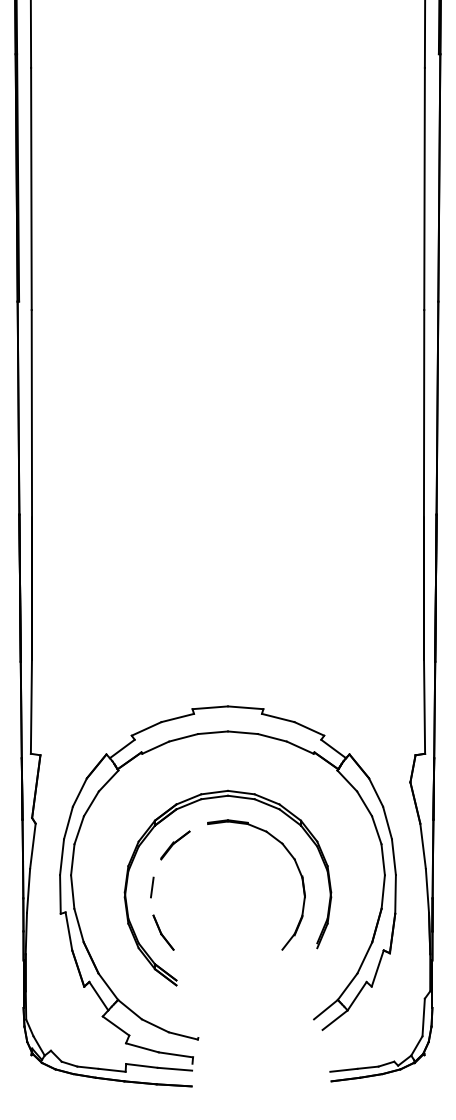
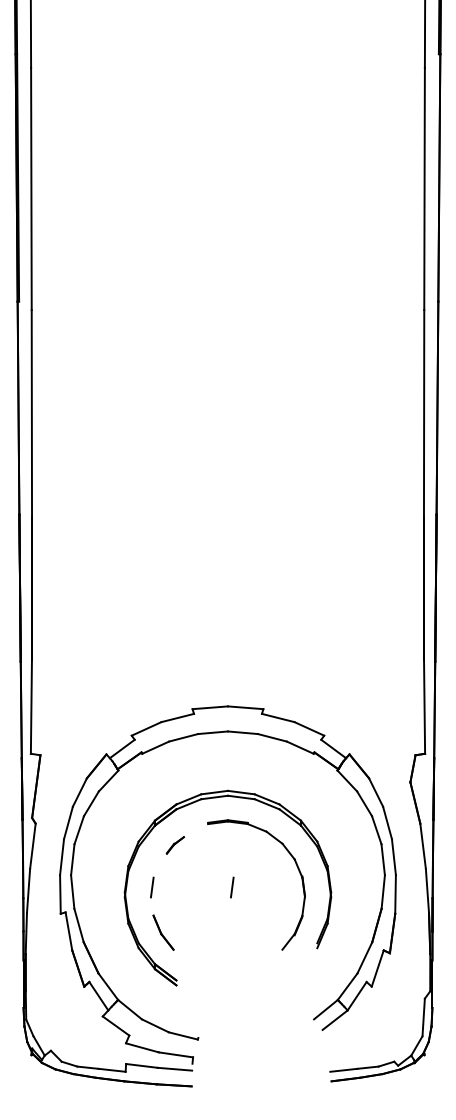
part at (175, 845) size: 31x31 px -> 21x19 px
line at (232, 887): none -> present
